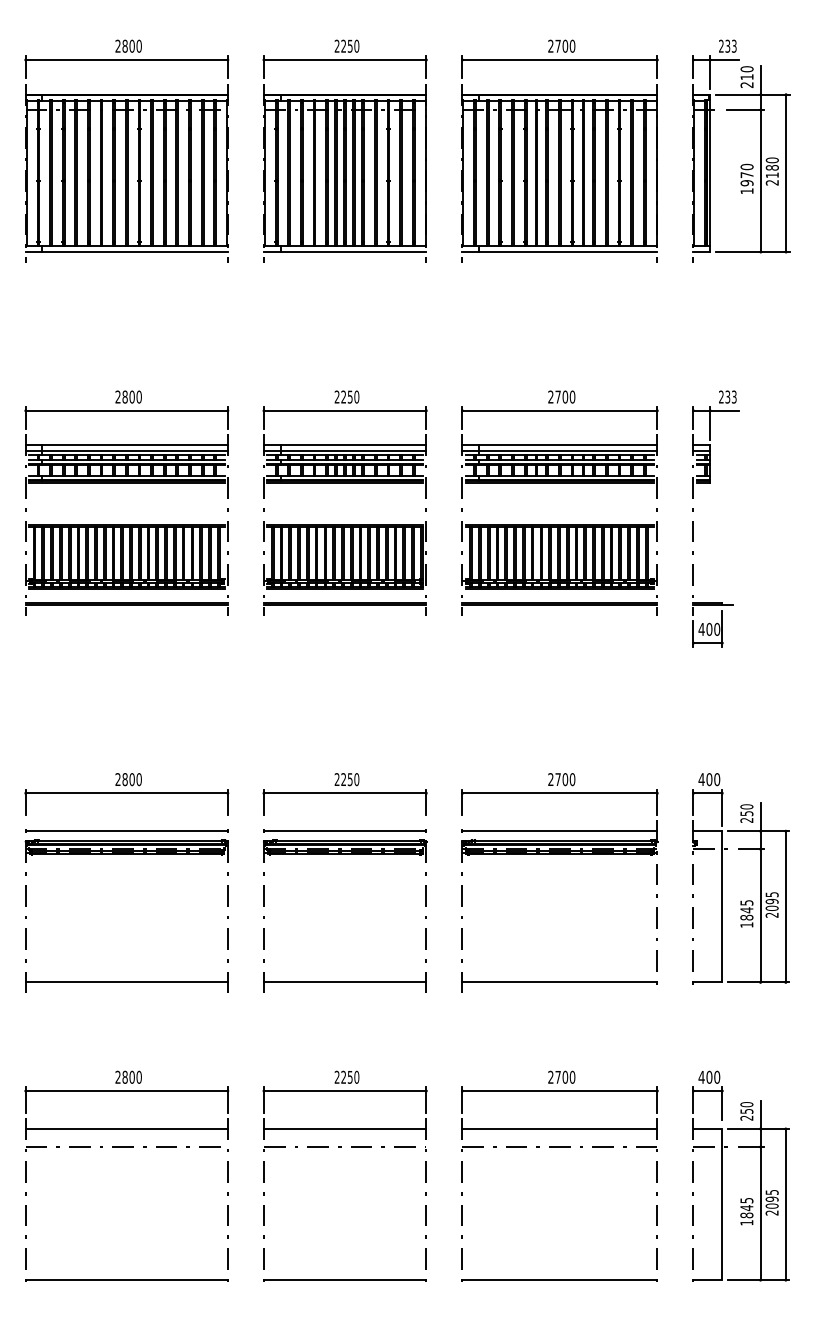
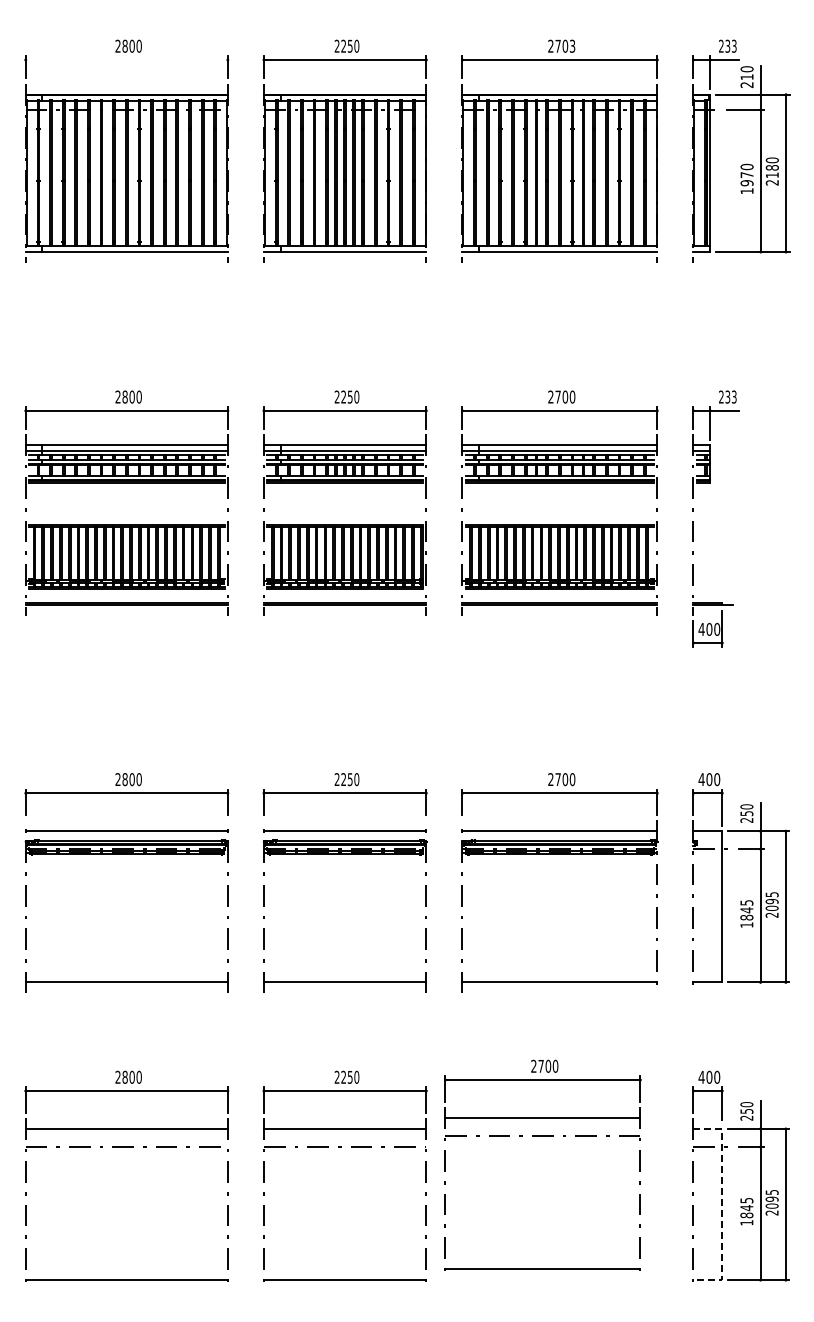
text at (572, 45): 2700 -> 2703
line at (126, 59): present -> none
part at (559, 1147) position: (559, 1147) -> (542, 1136)
line at (722, 1204): solid -> dashed
